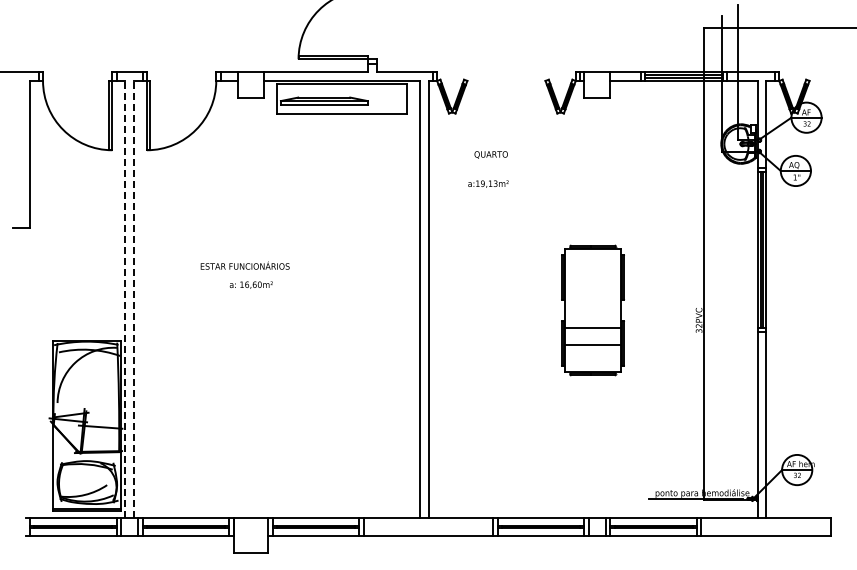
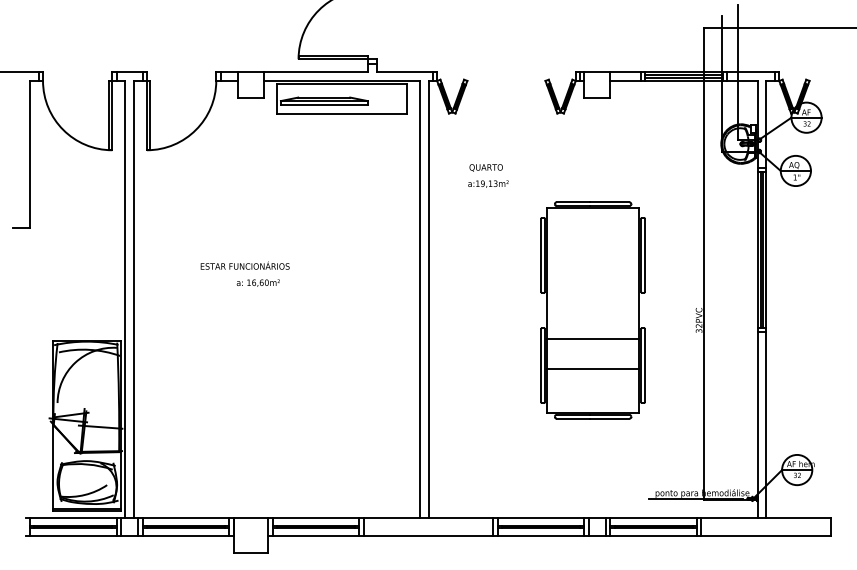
text at (490, 154) position: (490, 154) -> (485, 167)
text at (250, 284) position: (250, 284) -> (257, 282)
line at (125, 299): dashed -> solid
line at (133, 299): dashed -> solid
part at (592, 310) size: 64x133 px -> 106x219 px
